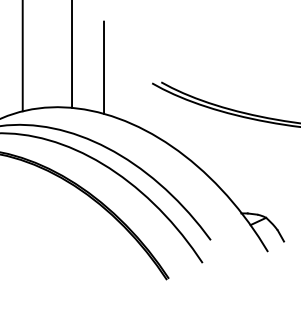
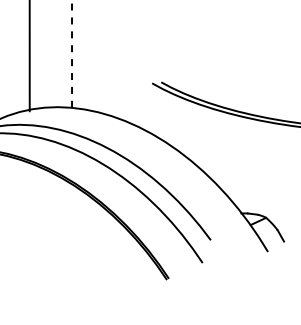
line at (72, 53): solid -> dashed
line at (22, 56) position: (22, 56) -> (29, 56)
line at (104, 67): present -> none
